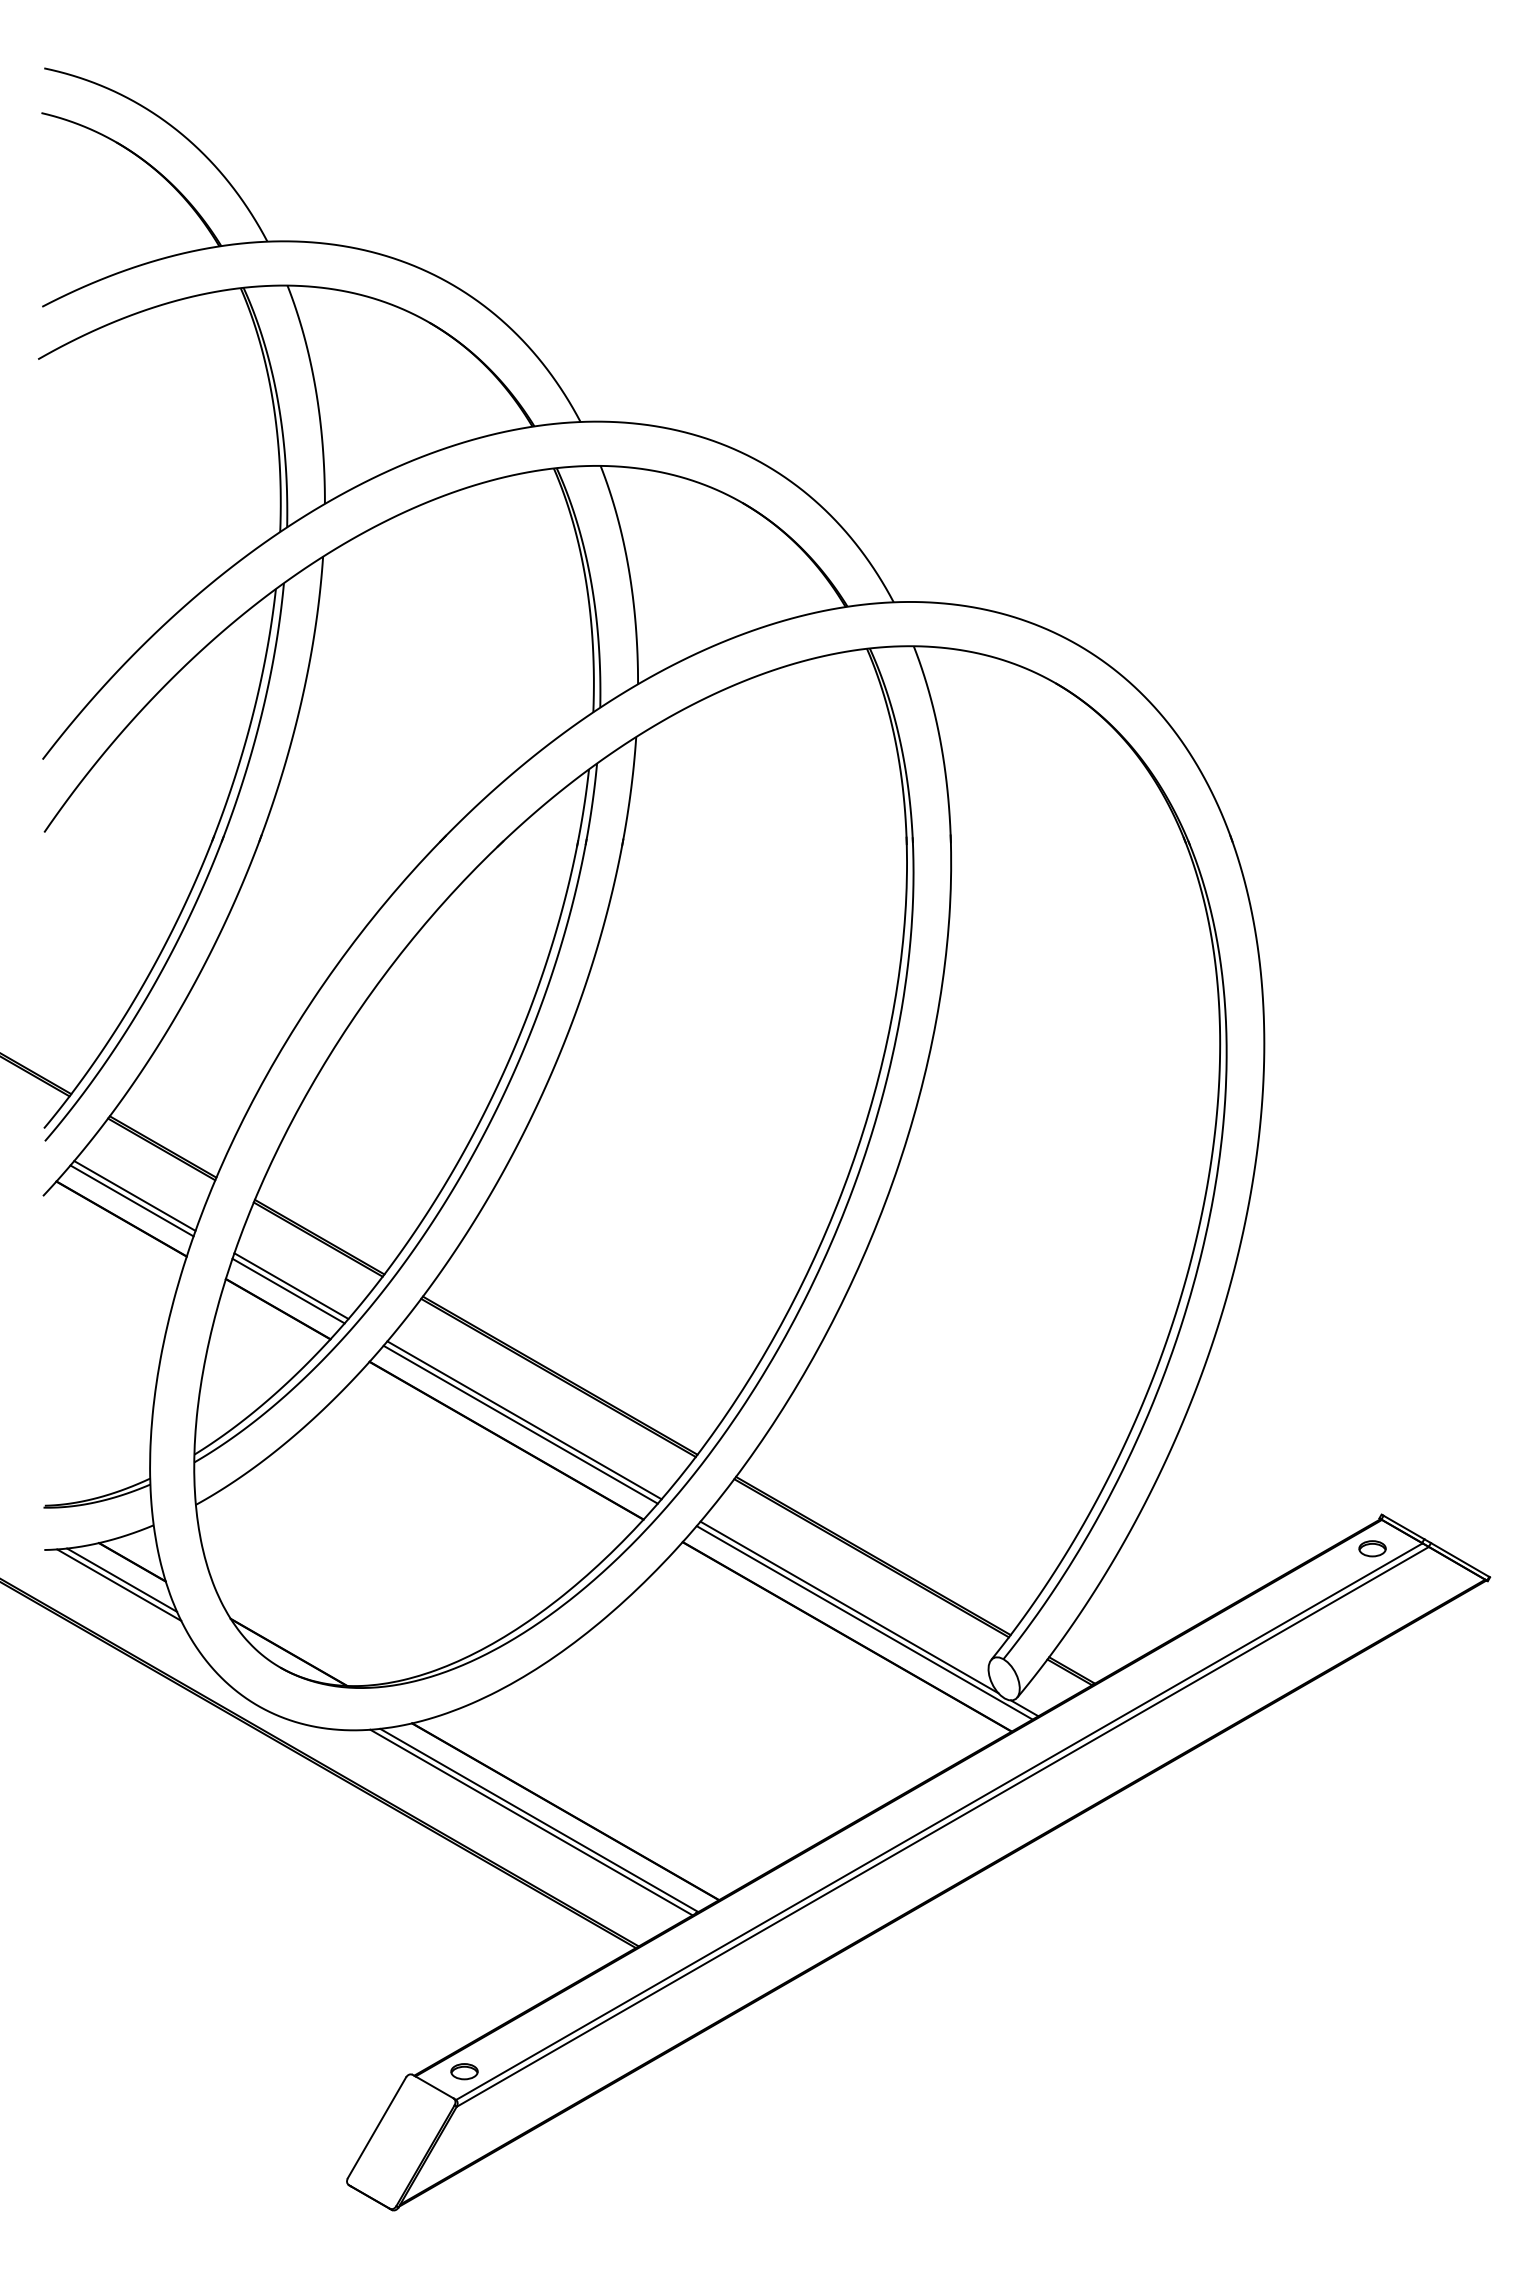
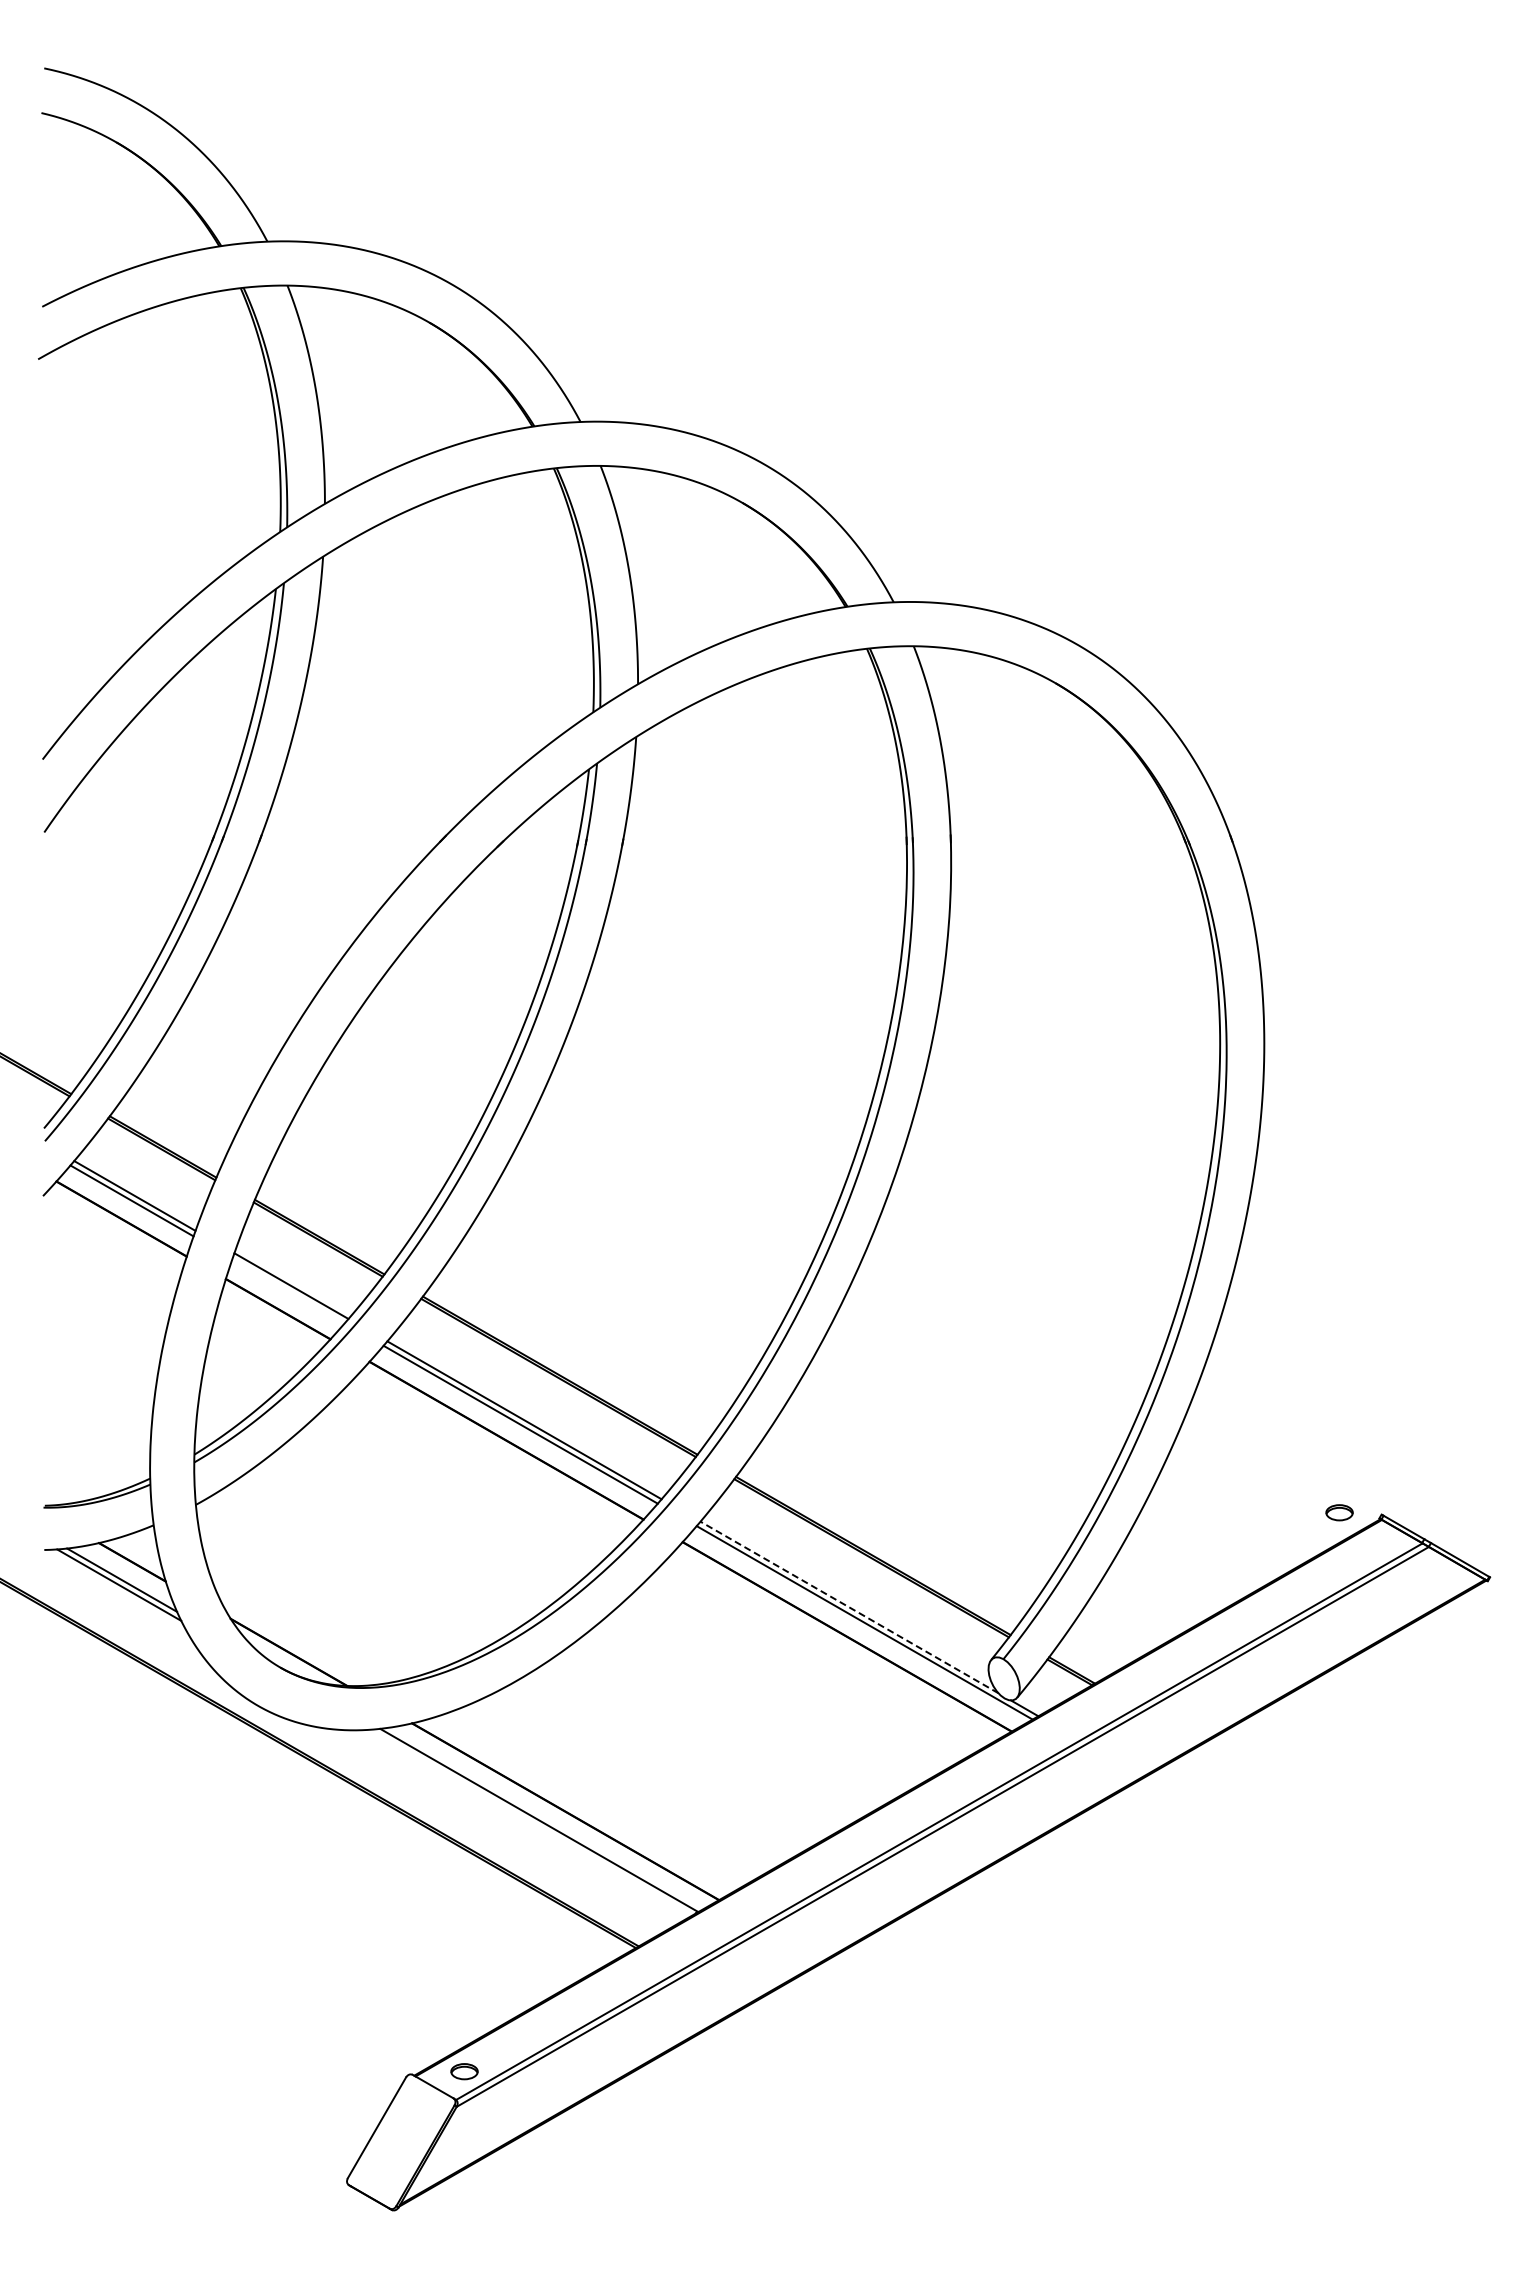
line at (288, 1290): present -> none
part at (1372, 1548) position: (1372, 1548) -> (1339, 1512)
line at (849, 1607): solid -> dashed
line at (531, 1822): present -> none
